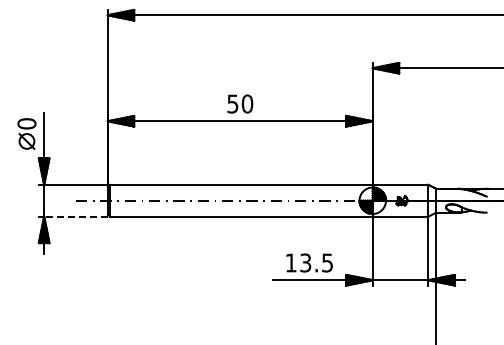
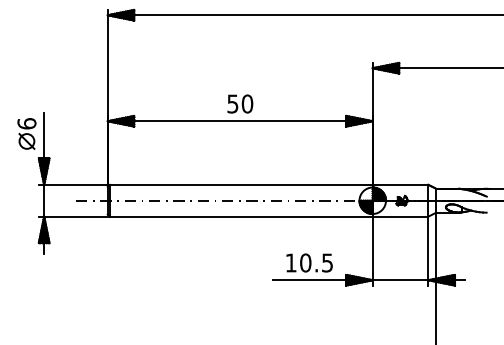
text at (26, 123): 0 -> 6
line at (75, 216): dashed -> solid
text at (305, 262): 13.5 -> 10.5
